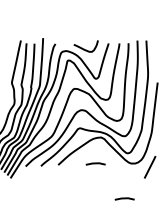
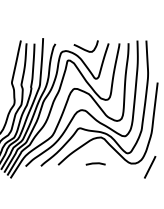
line at (124, 198): present -> none
